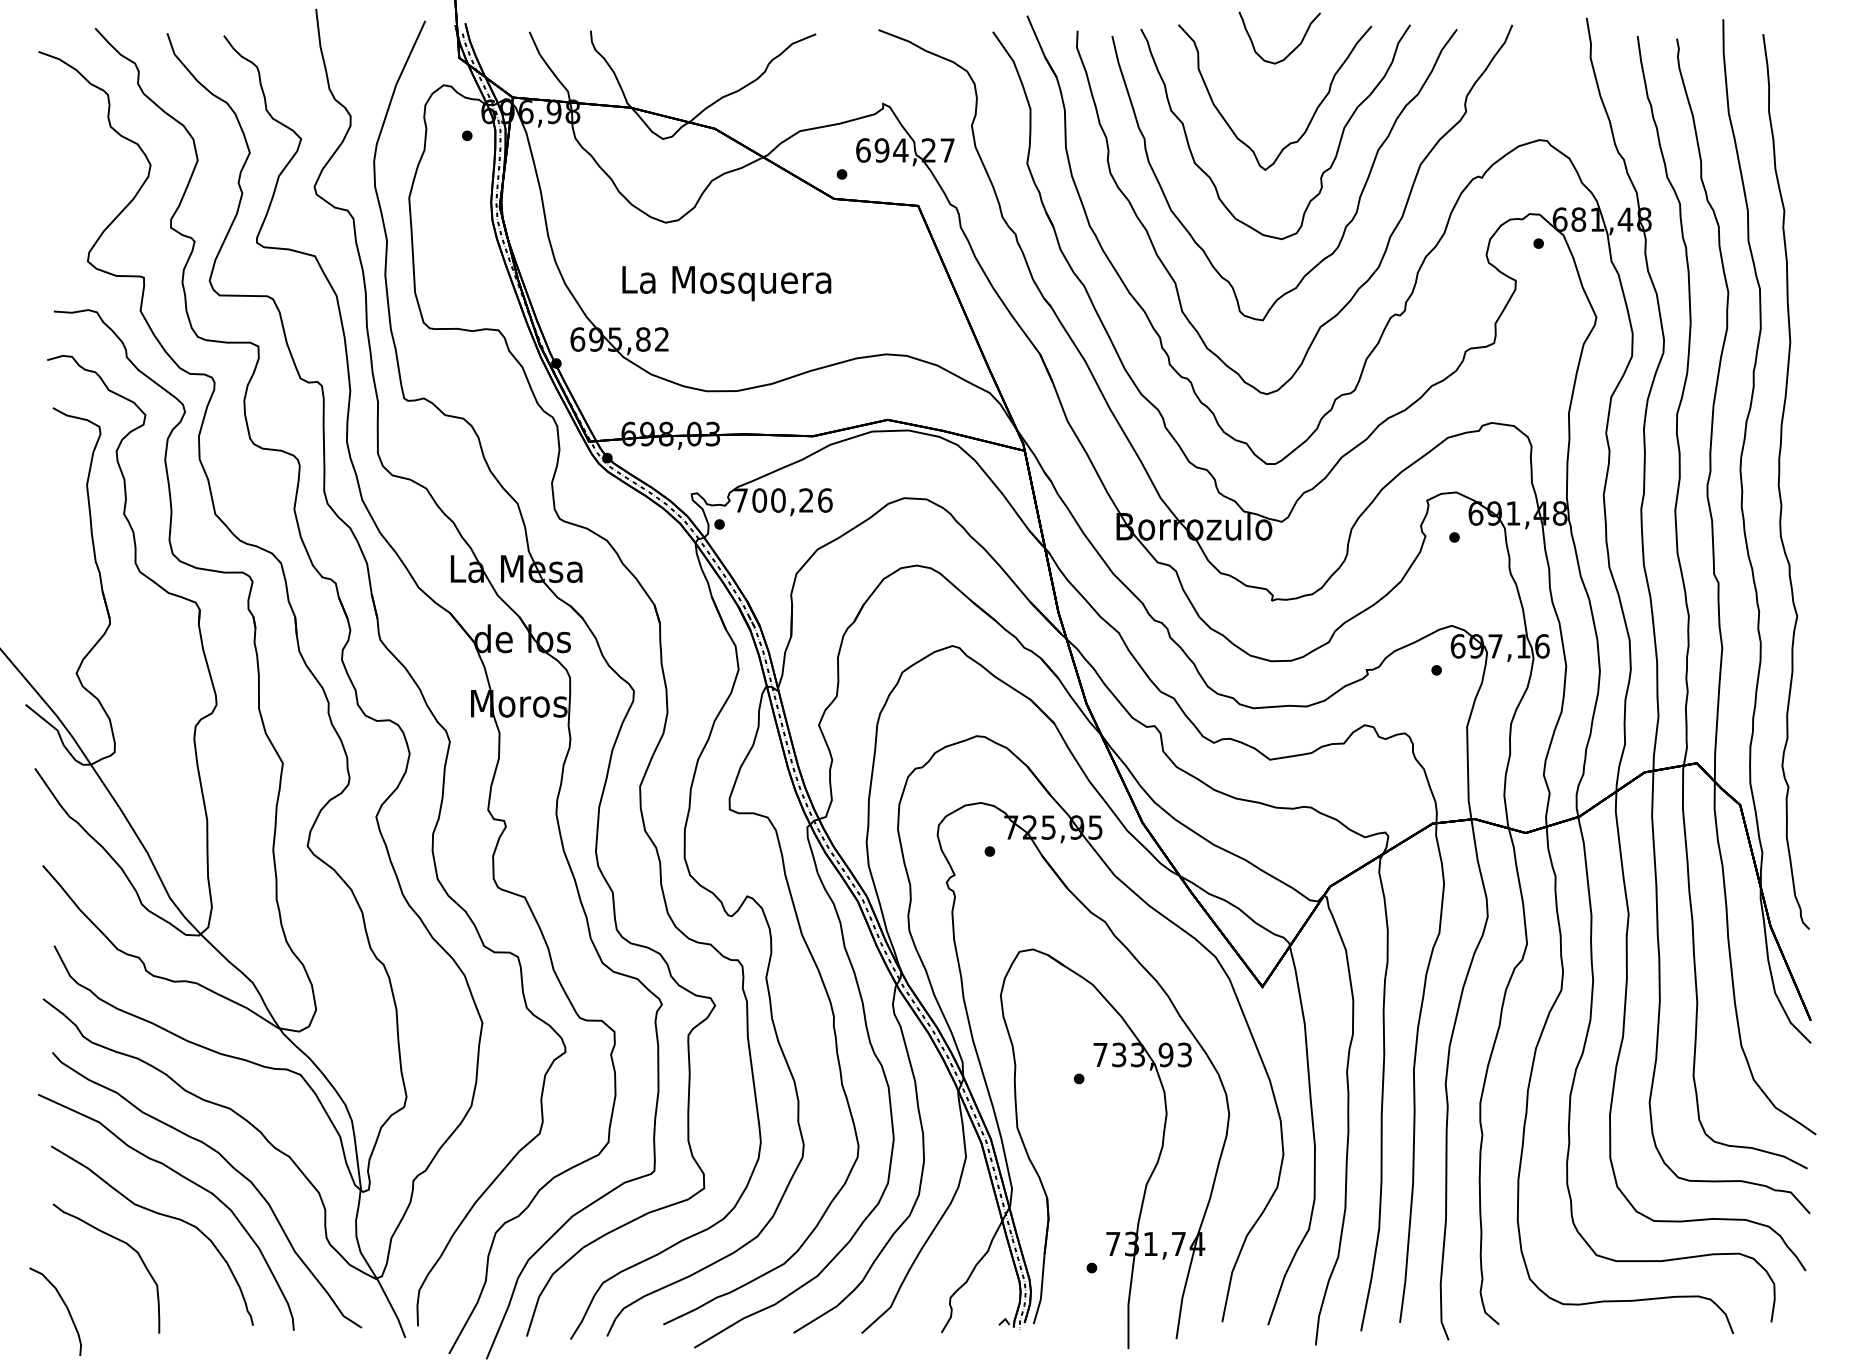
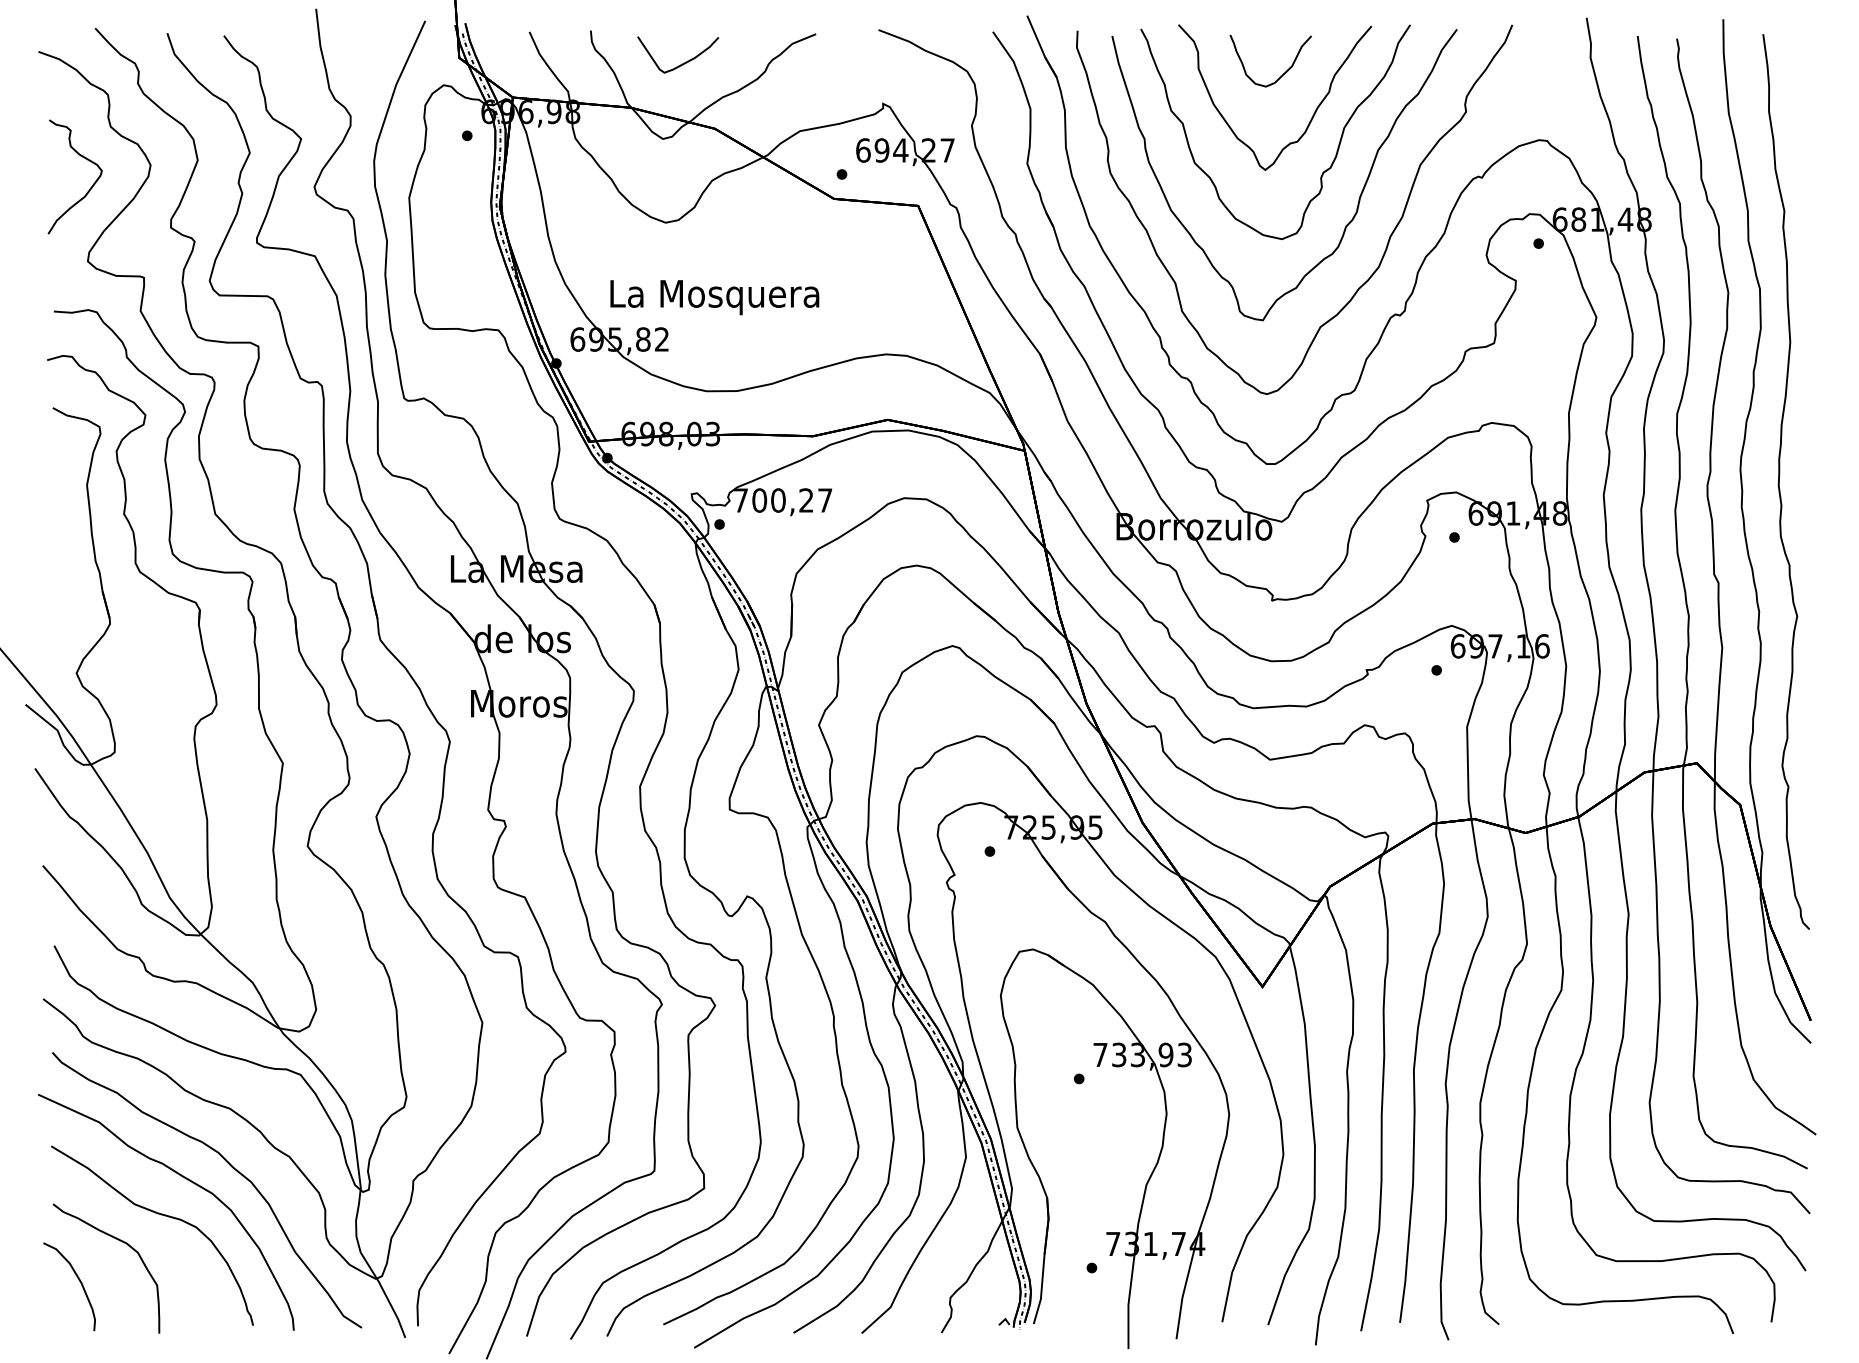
curve at (1292, 50) position: (1292, 50) -> (1283, 73)
curve at (682, 63): none -> present
curve at (89, 188): none -> present
text at (726, 283) position: (726, 283) -> (714, 297)
text at (825, 500): 700,26 -> 700,27
curve at (64, 1305) position: (64, 1305) -> (78, 1280)
